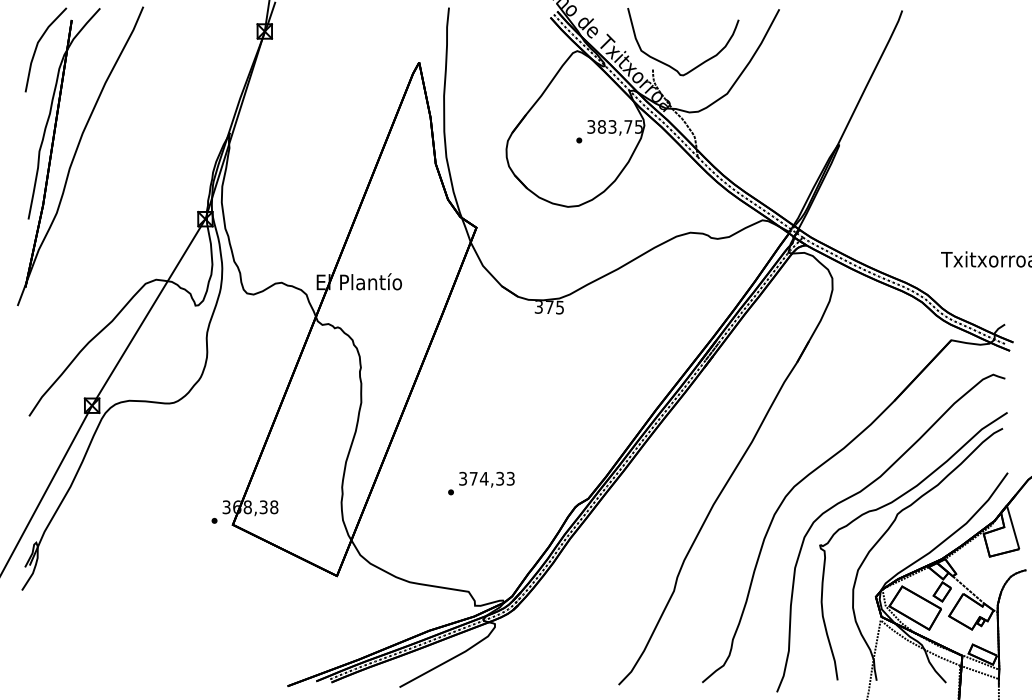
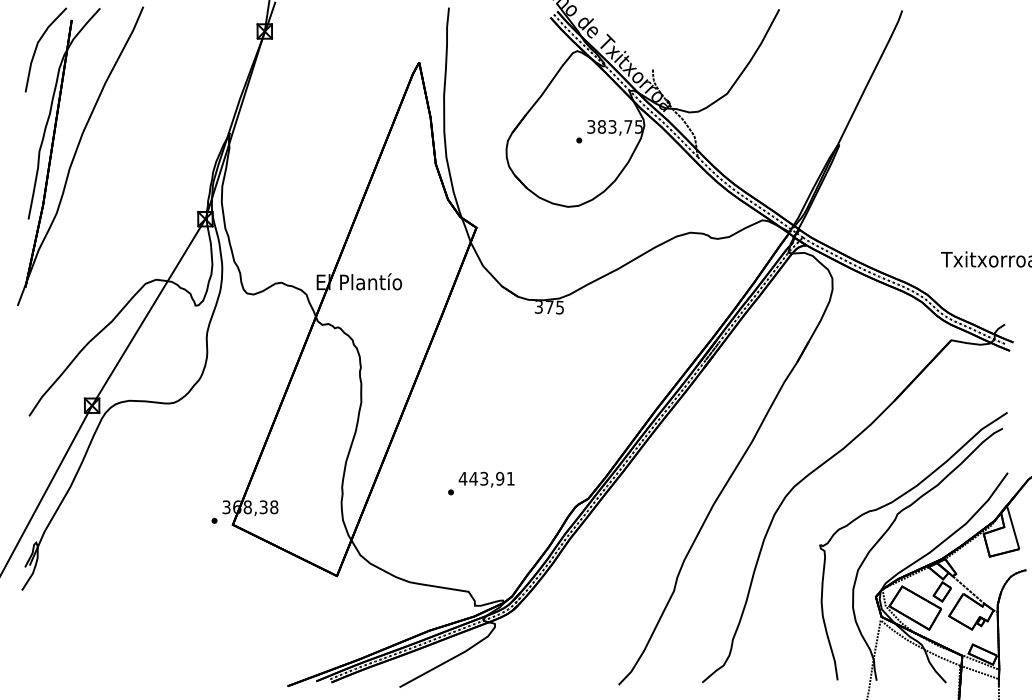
curve at (670, 65): present -> none
text at (486, 478): 374,33 -> 443,91
curve at (862, 491): present -> none
